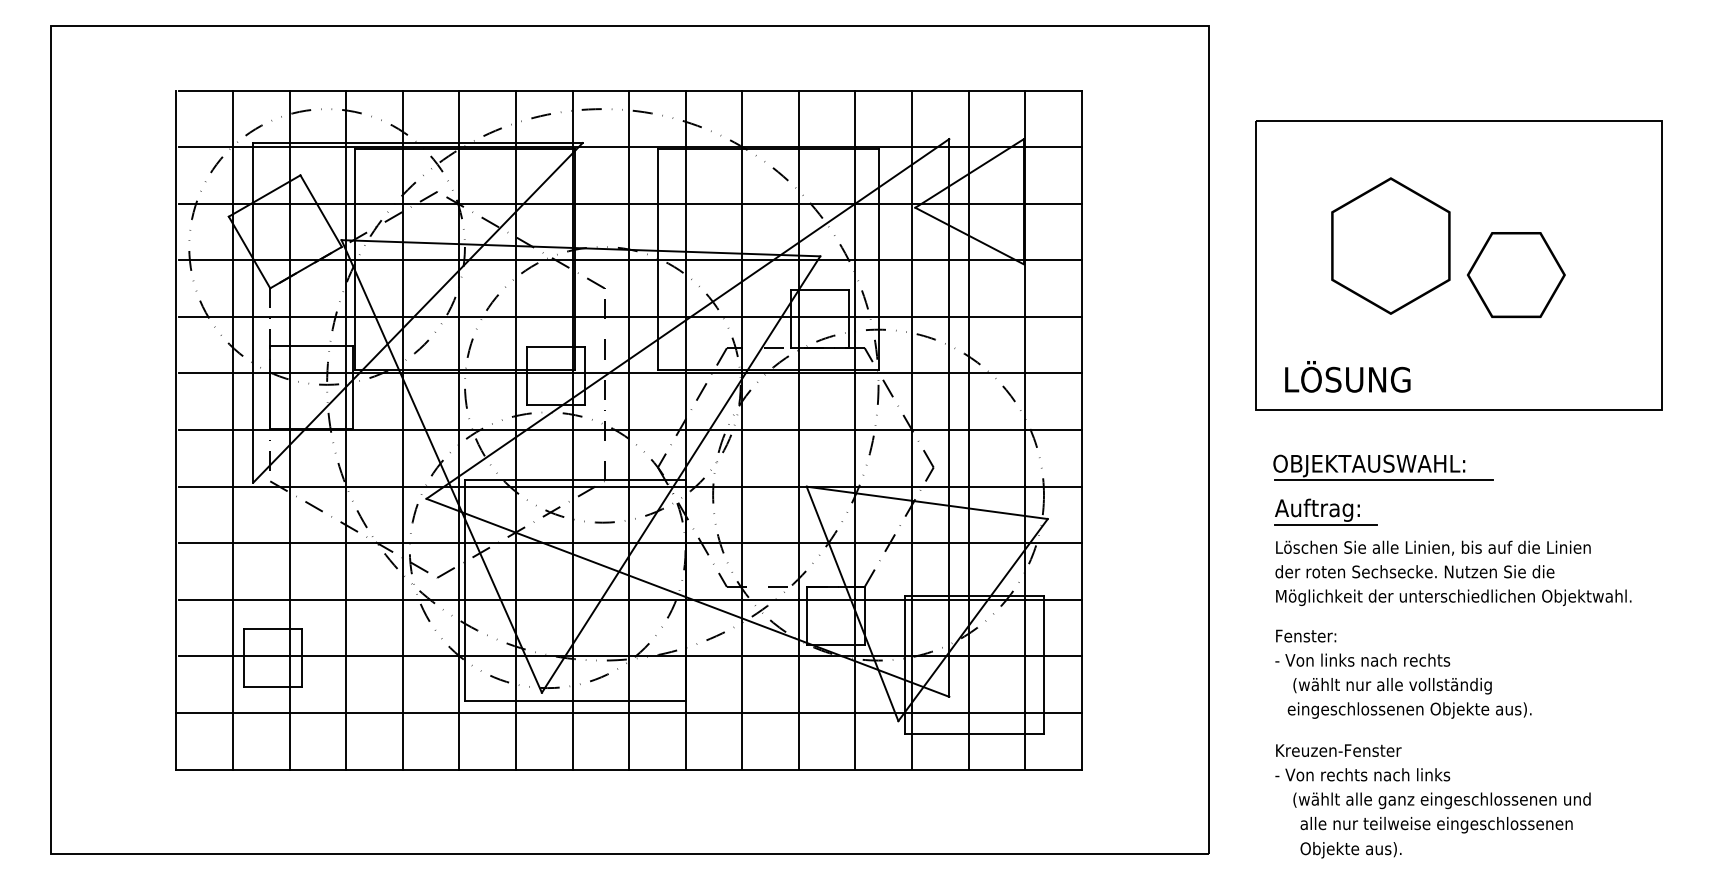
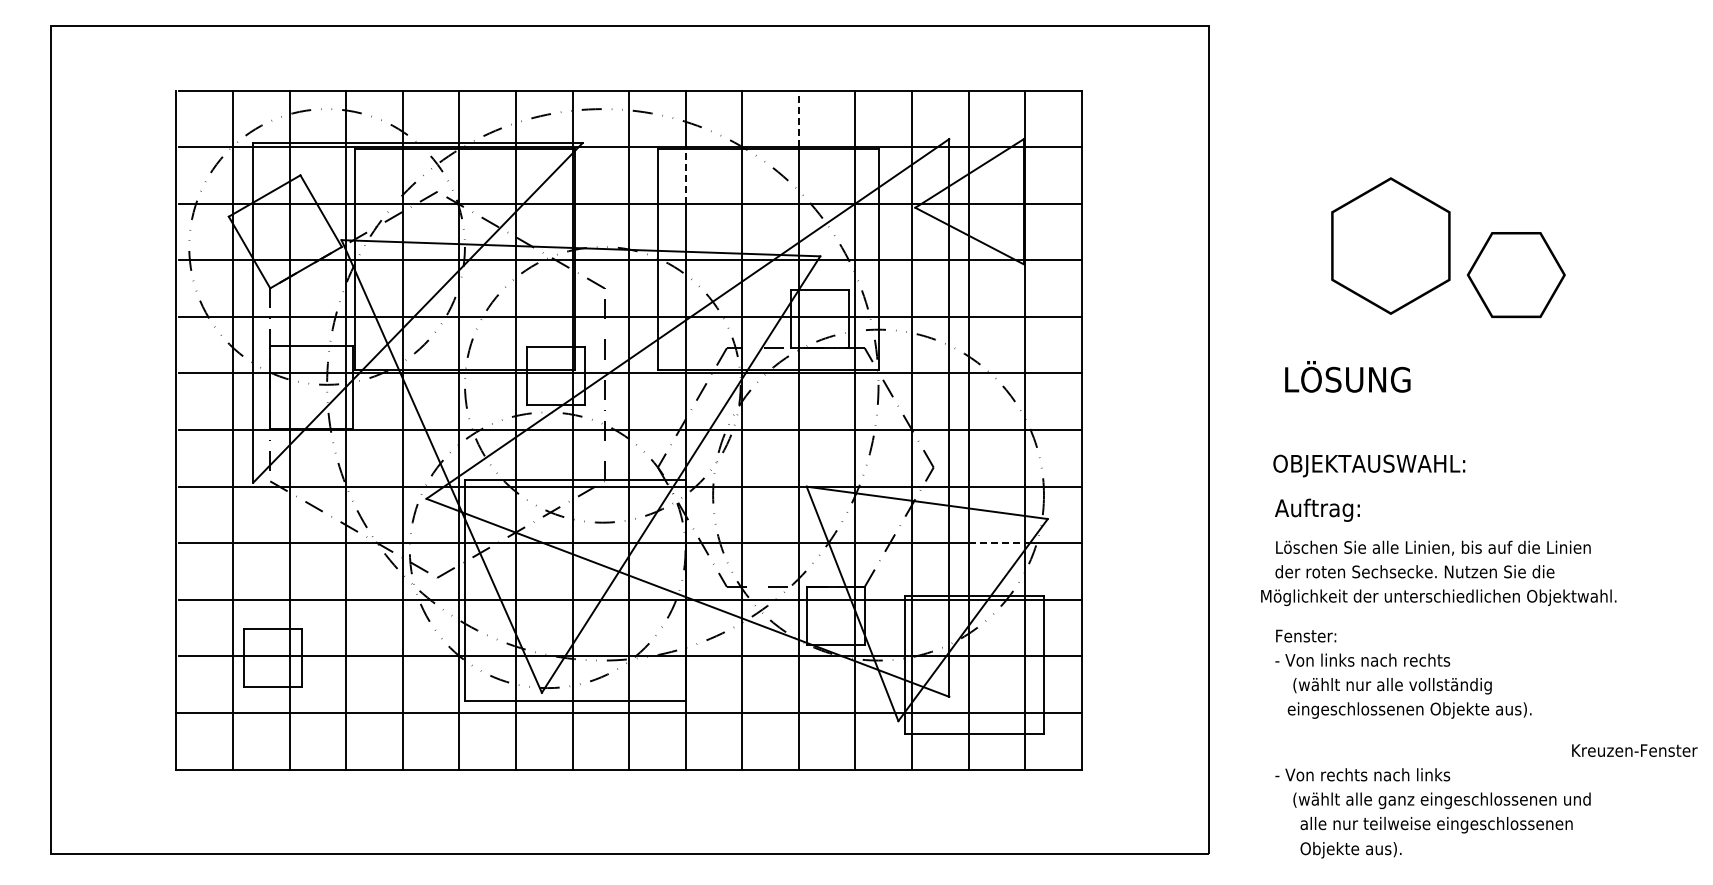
line at (798, 118): solid -> dashed
line at (685, 174): solid -> dashed
part at (1458, 265): present -> none
line at (1383, 480): present -> none
line at (1325, 525): present -> none
line at (997, 543): solid -> dashed
text at (1453, 597) position: (1453, 597) -> (1438, 597)
text at (1338, 750) position: (1338, 750) -> (1634, 750)
